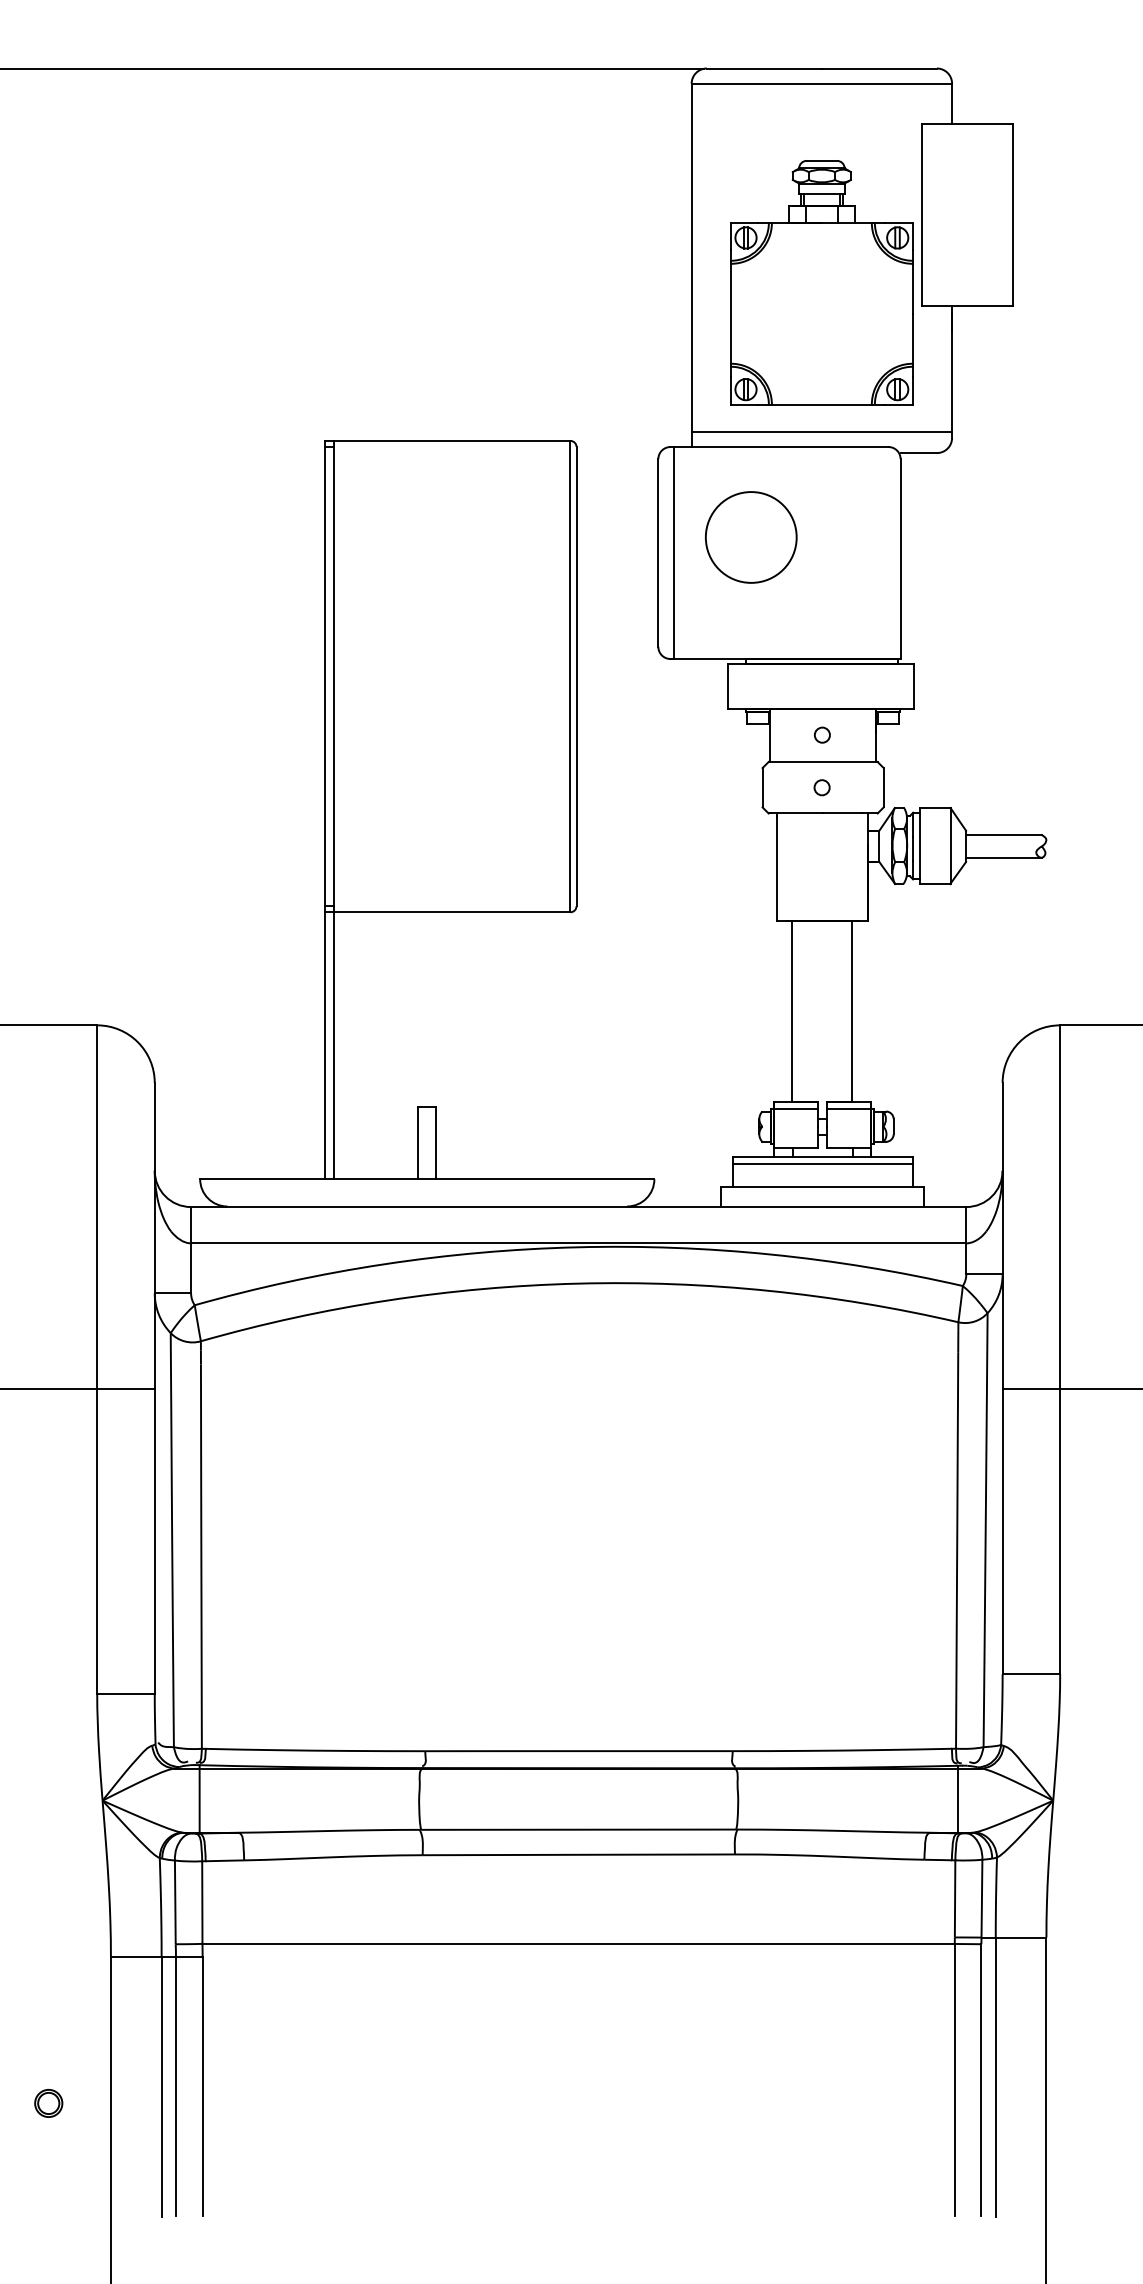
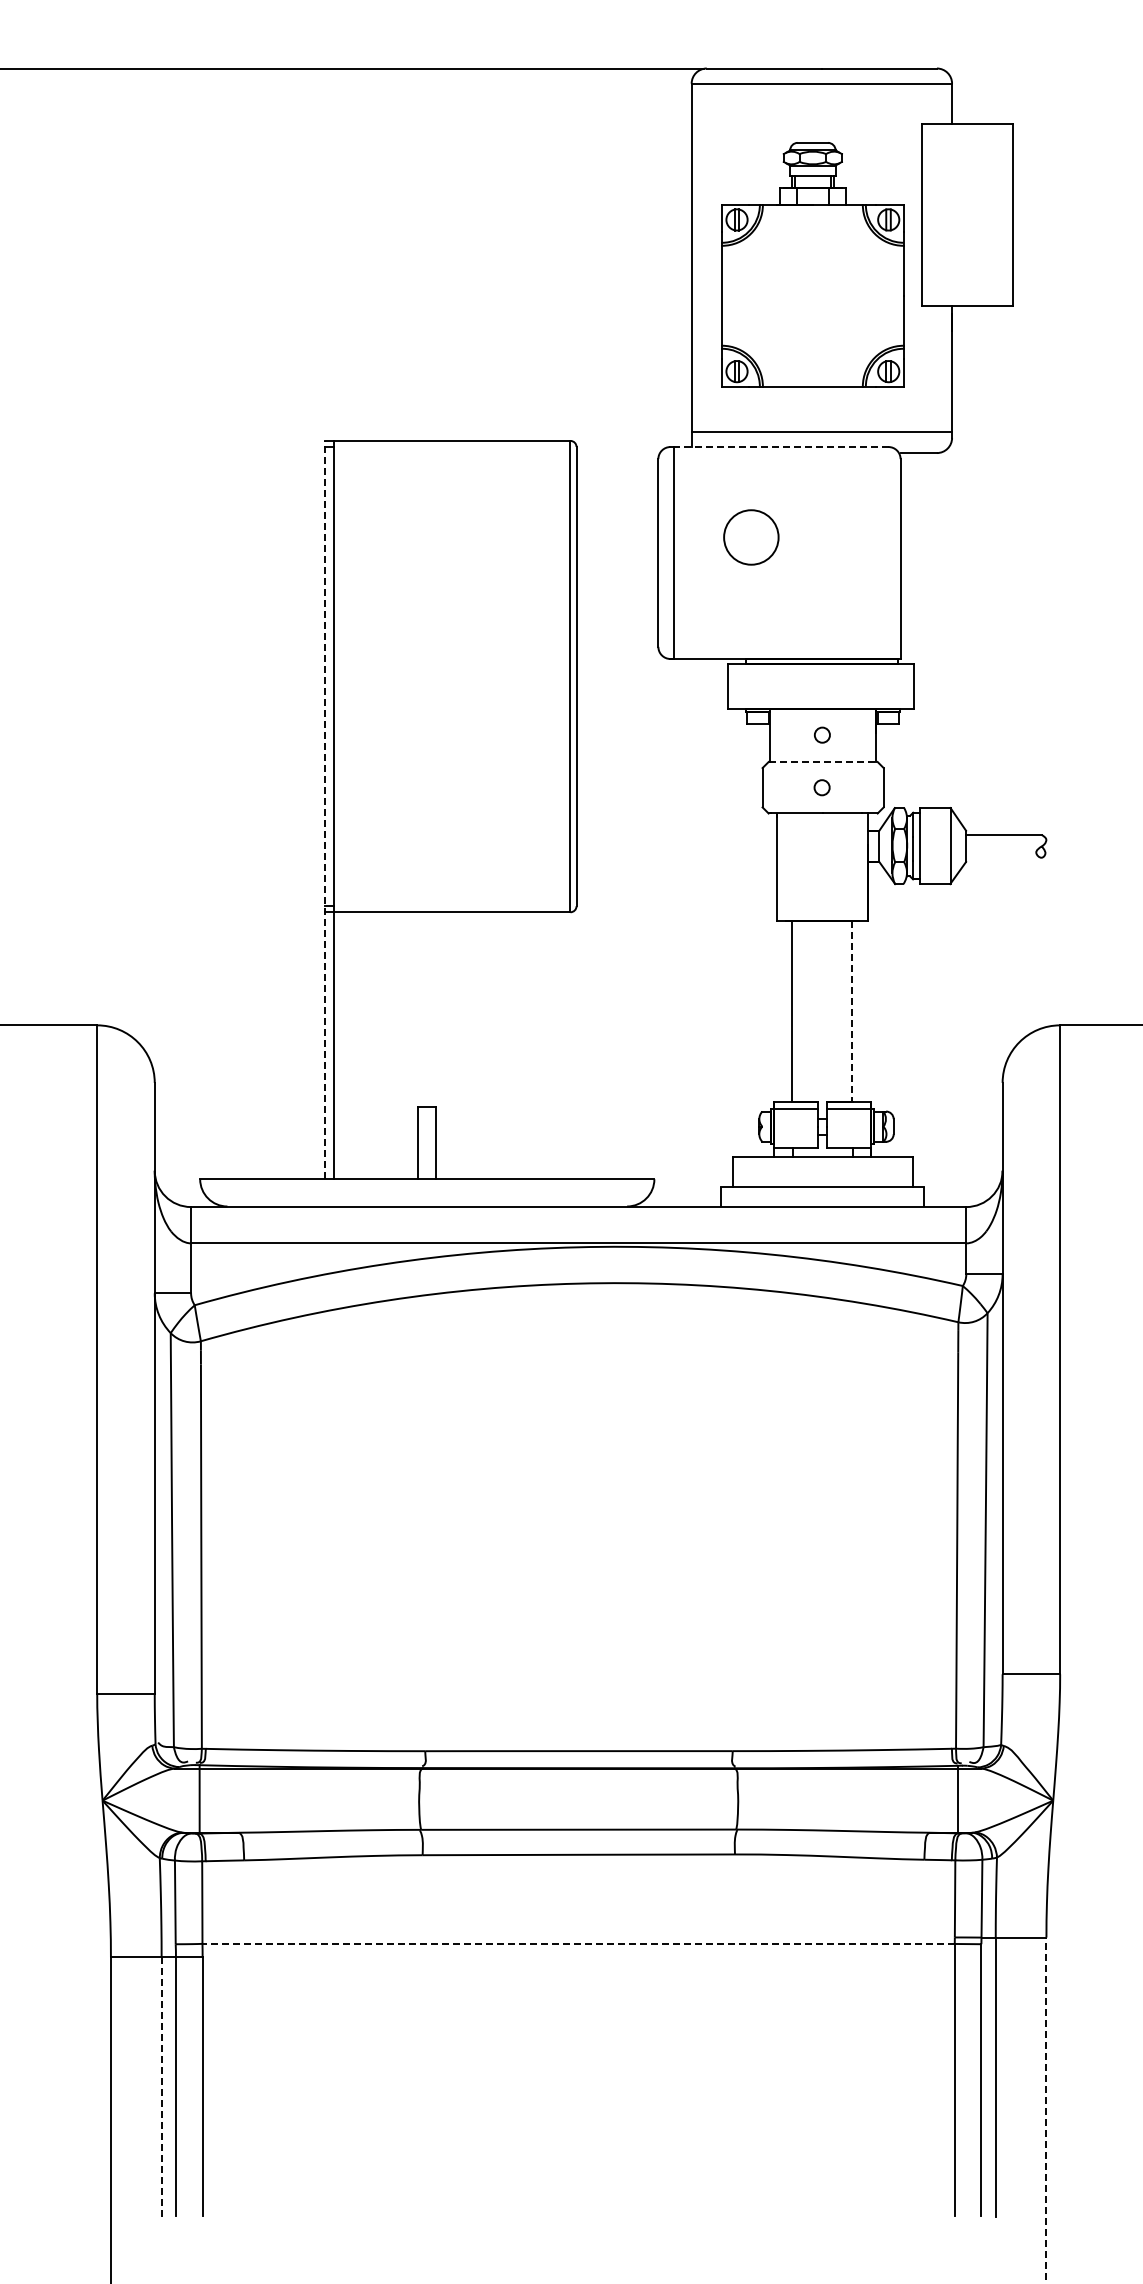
part at (821, 282) position: (821, 282) -> (812, 264)
line at (780, 447): solid -> dashed
circle at (751, 537) size: 93x93 px -> 57x57 px
line at (823, 762): solid -> dashed
line at (325, 809): solid -> dashed
line at (1003, 857): present -> none
line at (852, 1011): solid -> dashed
line at (822, 1164): present -> none
line at (78, 1388): present -> none
line at (1070, 1388): present -> none
line at (578, 1943): solid -> dashed
line at (161, 2087): solid -> dashed
part at (48, 2103): present -> none
line at (1046, 2110): solid -> dashed
